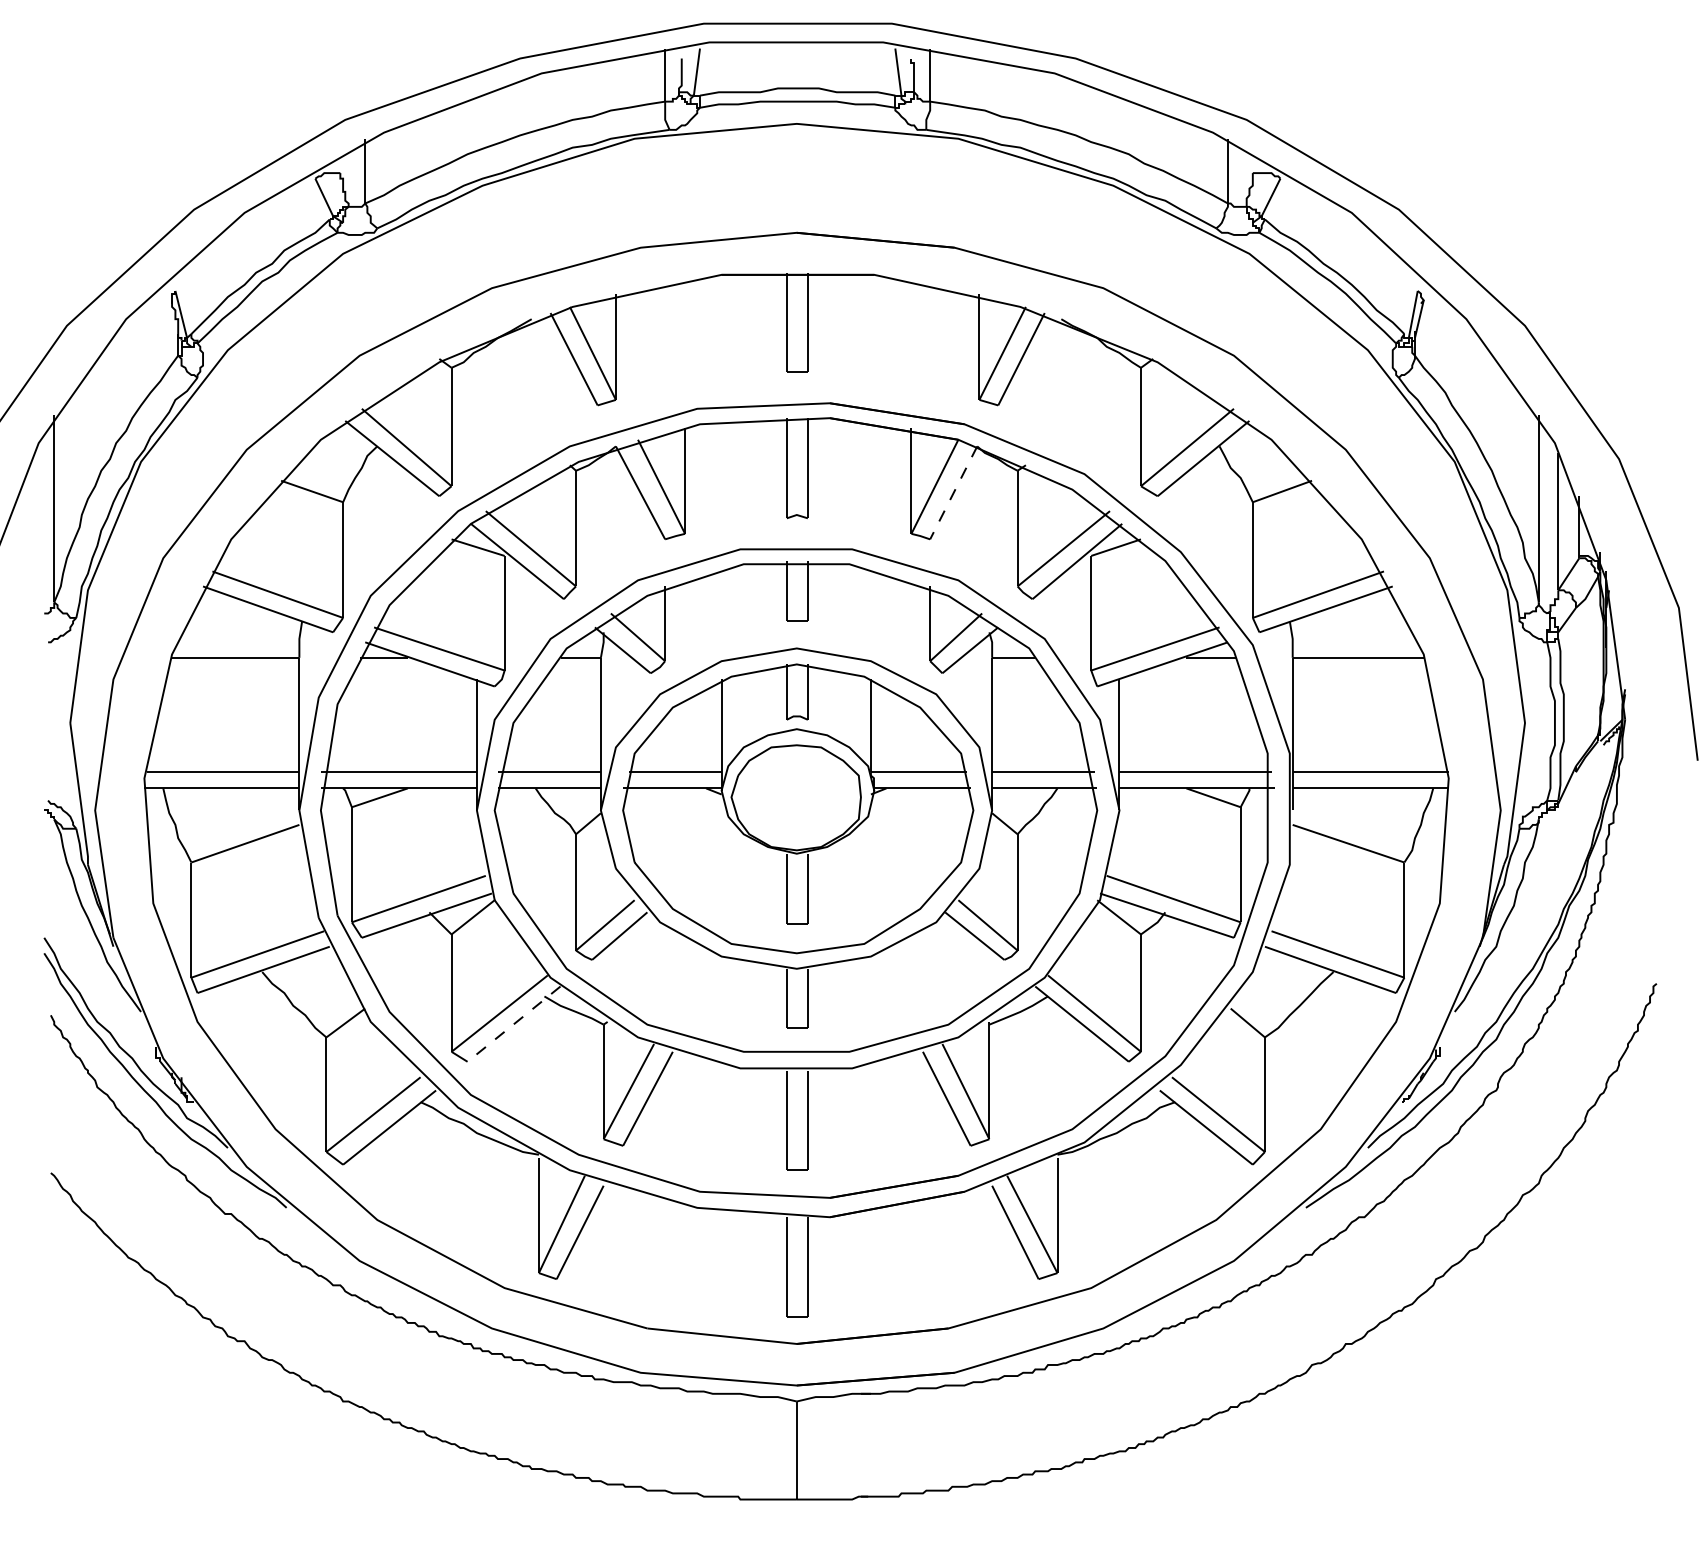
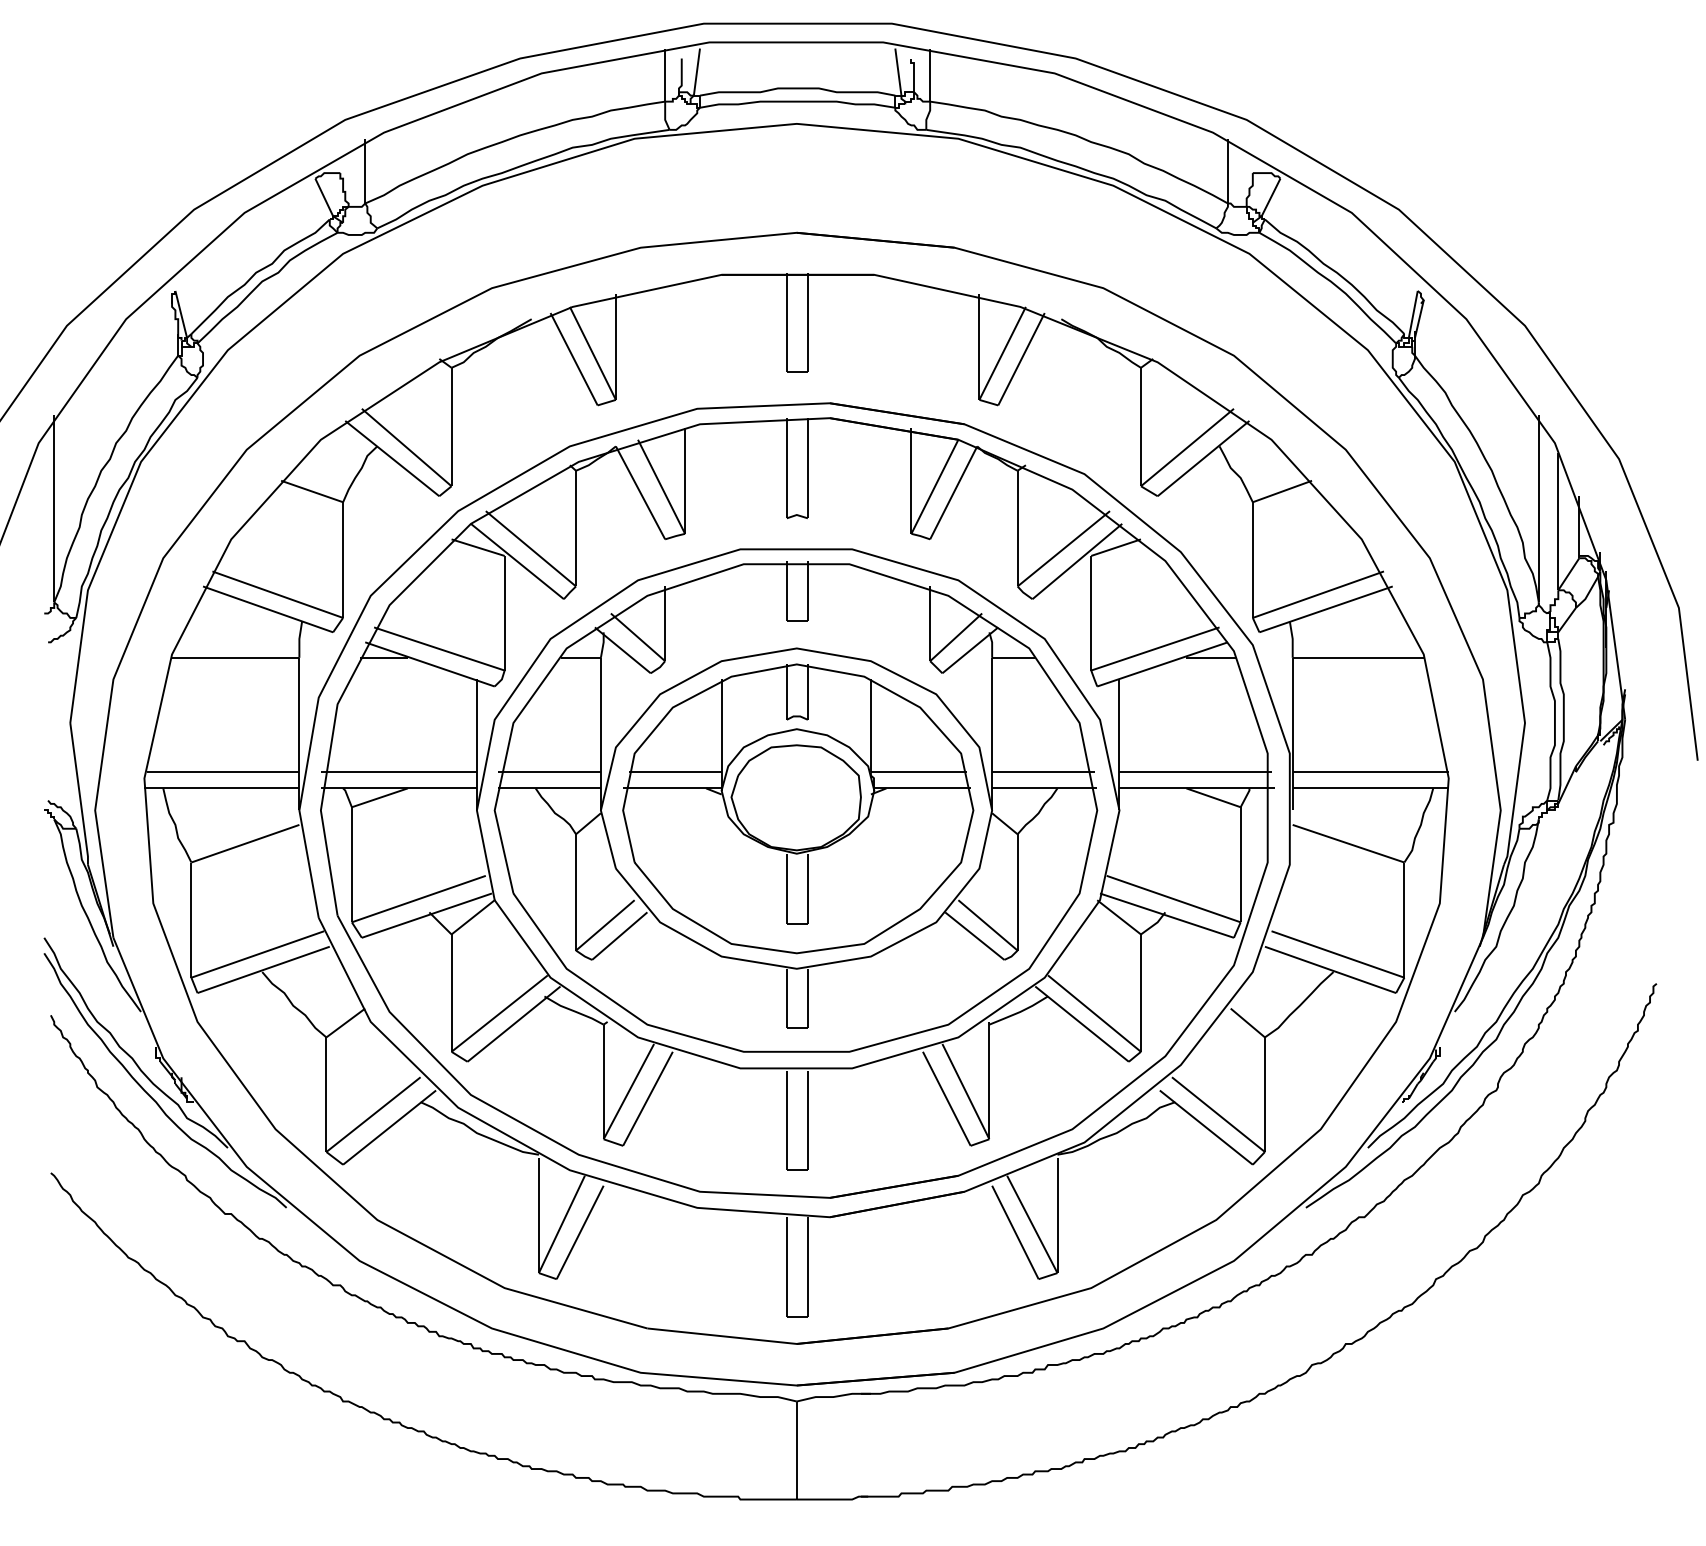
line at (953, 493): dashed -> solid
line at (514, 1024): dashed -> solid
